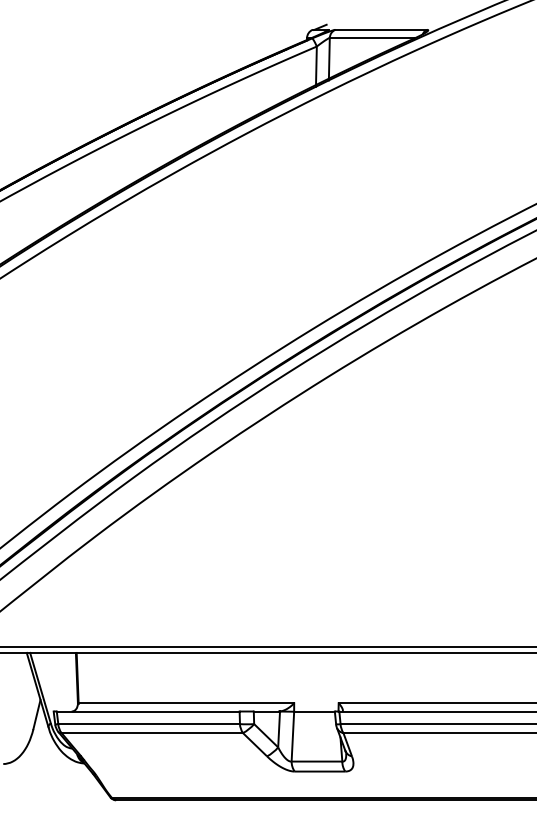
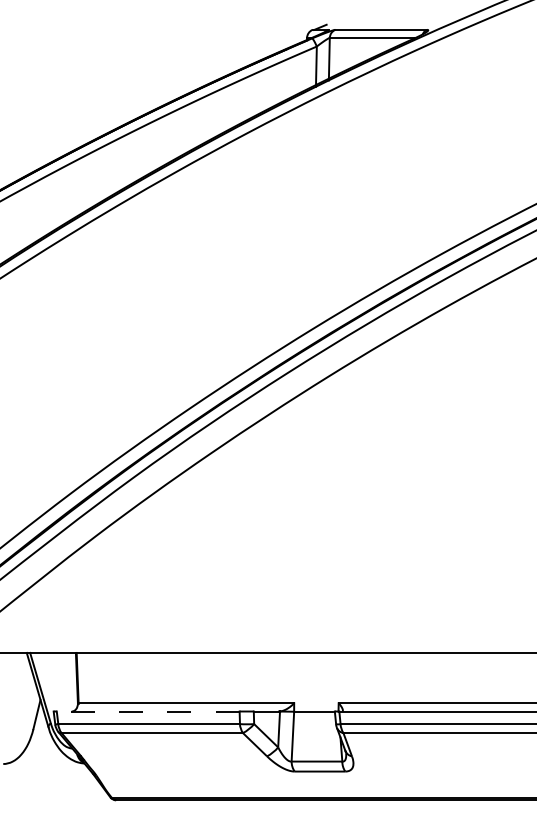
line at (267, 647): present -> none
line at (147, 711): solid -> dashed
